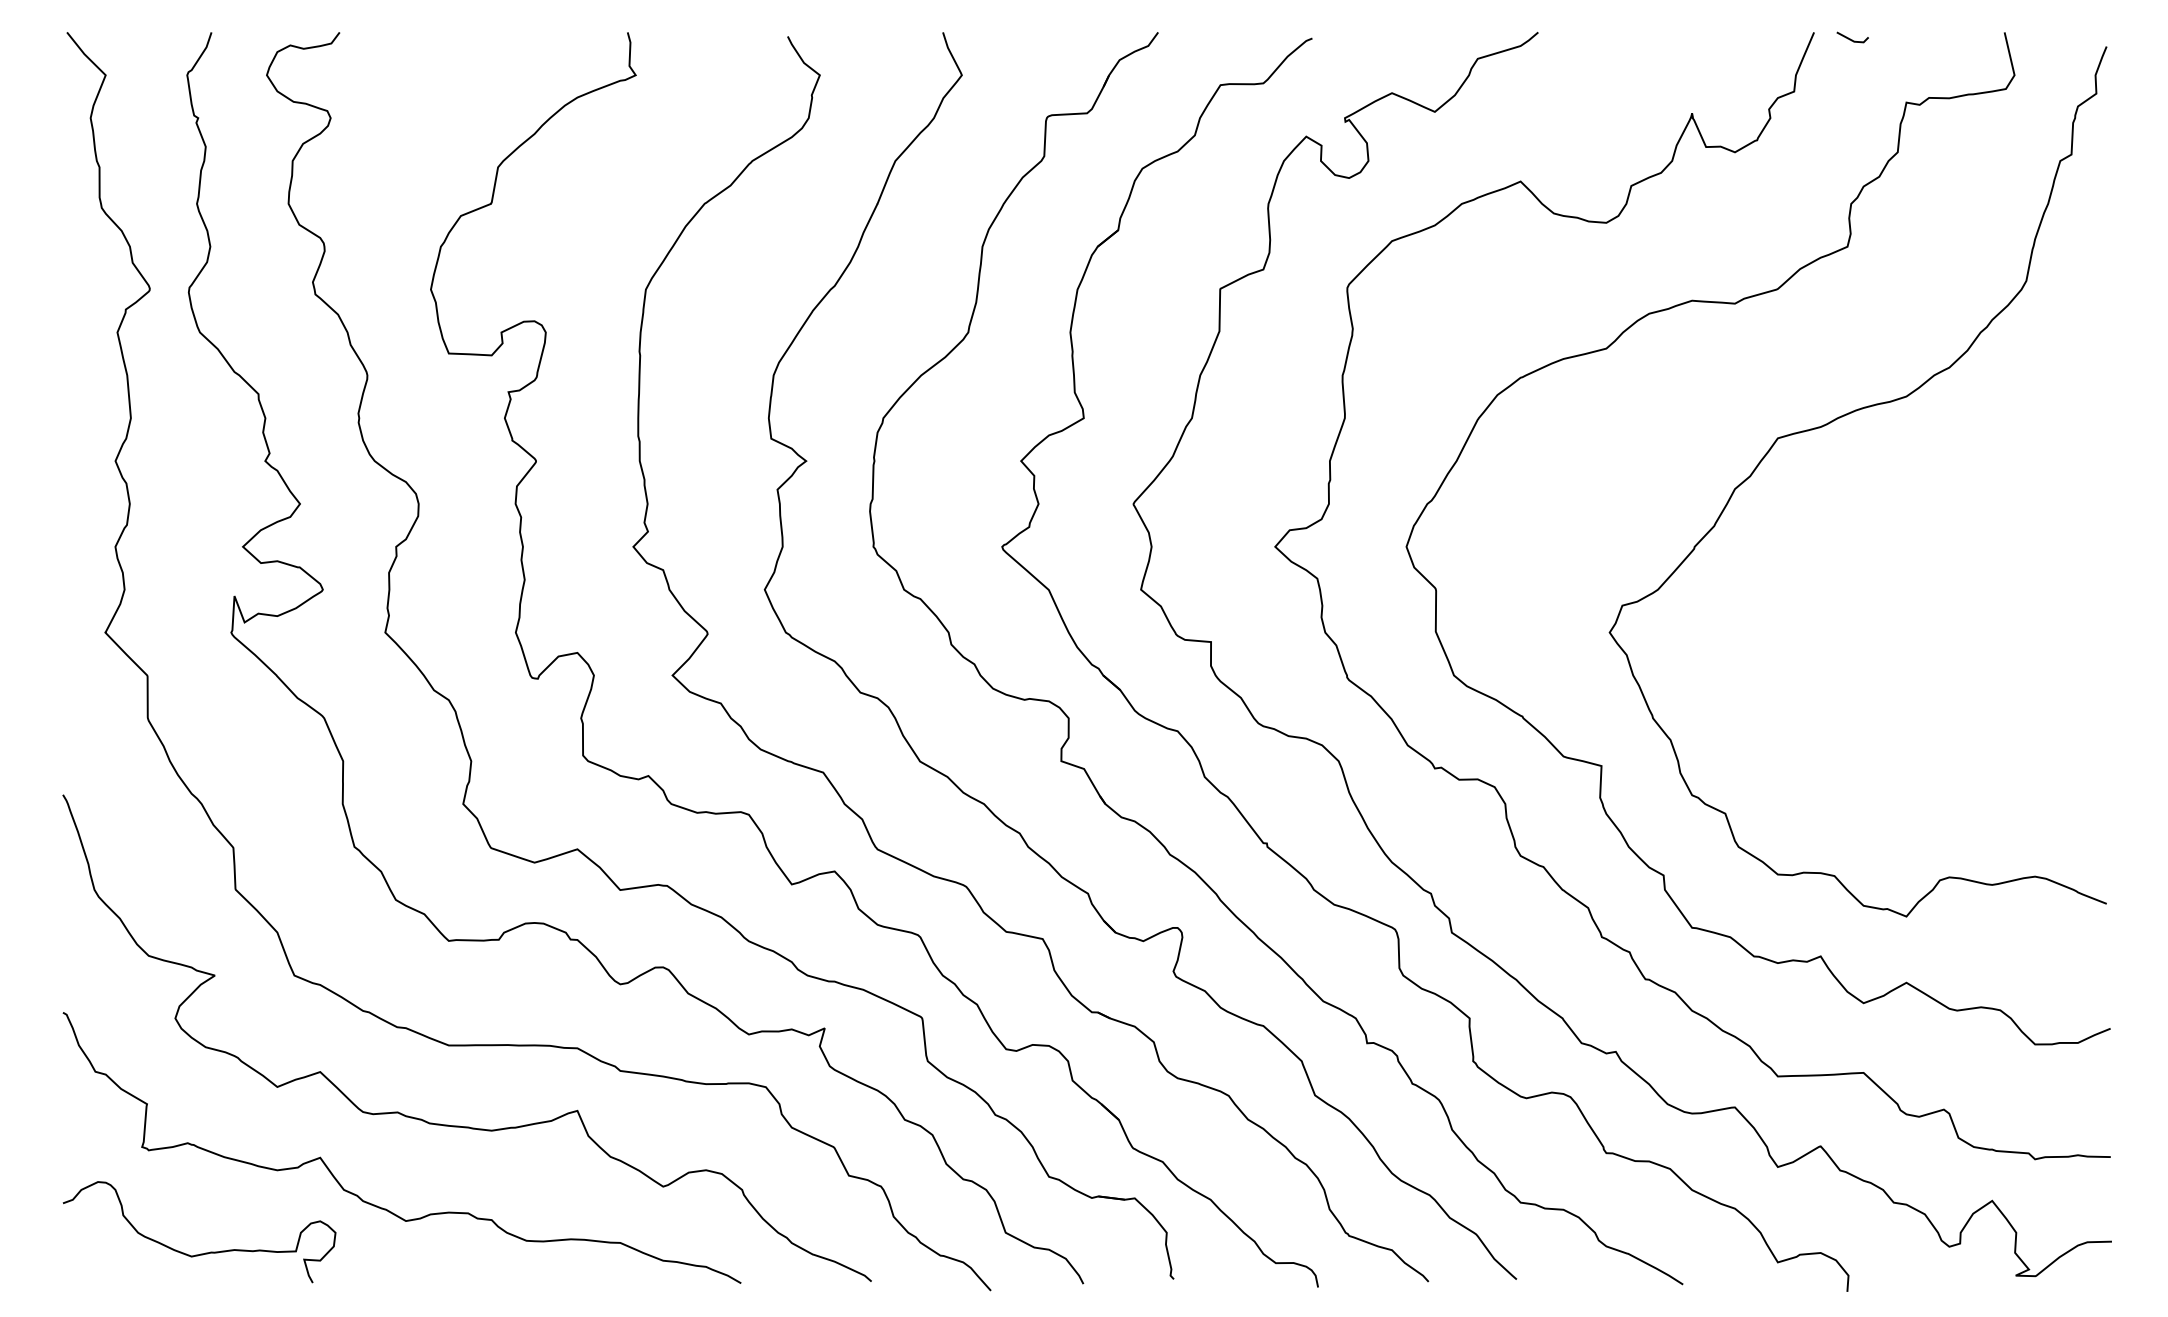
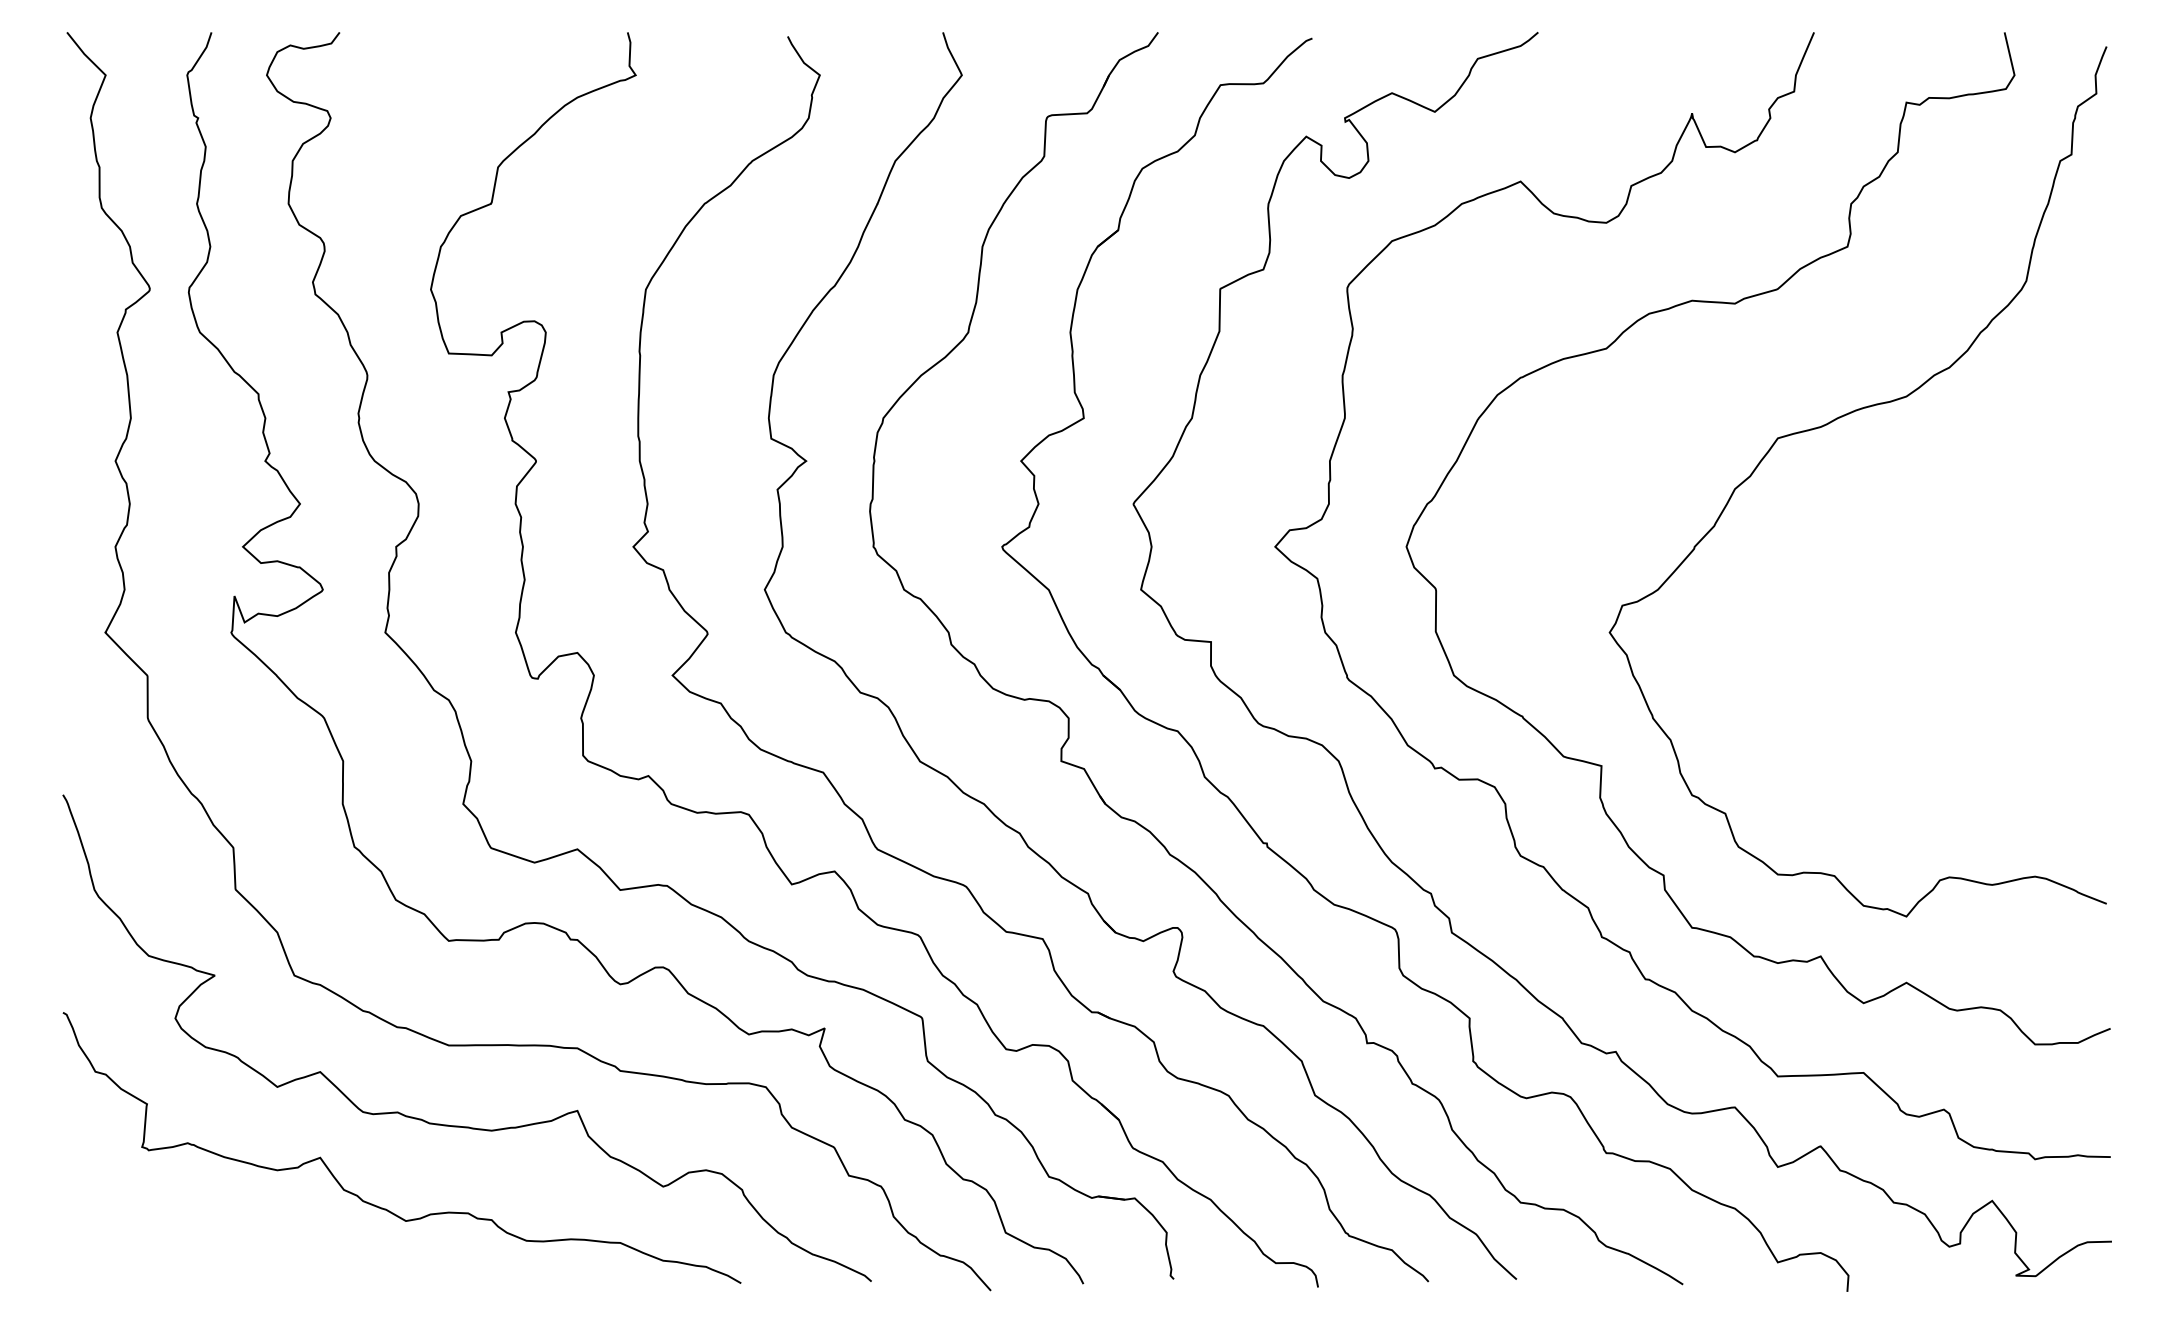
line at (1852, 39): present -> none
curve at (205, 1252): present -> none
